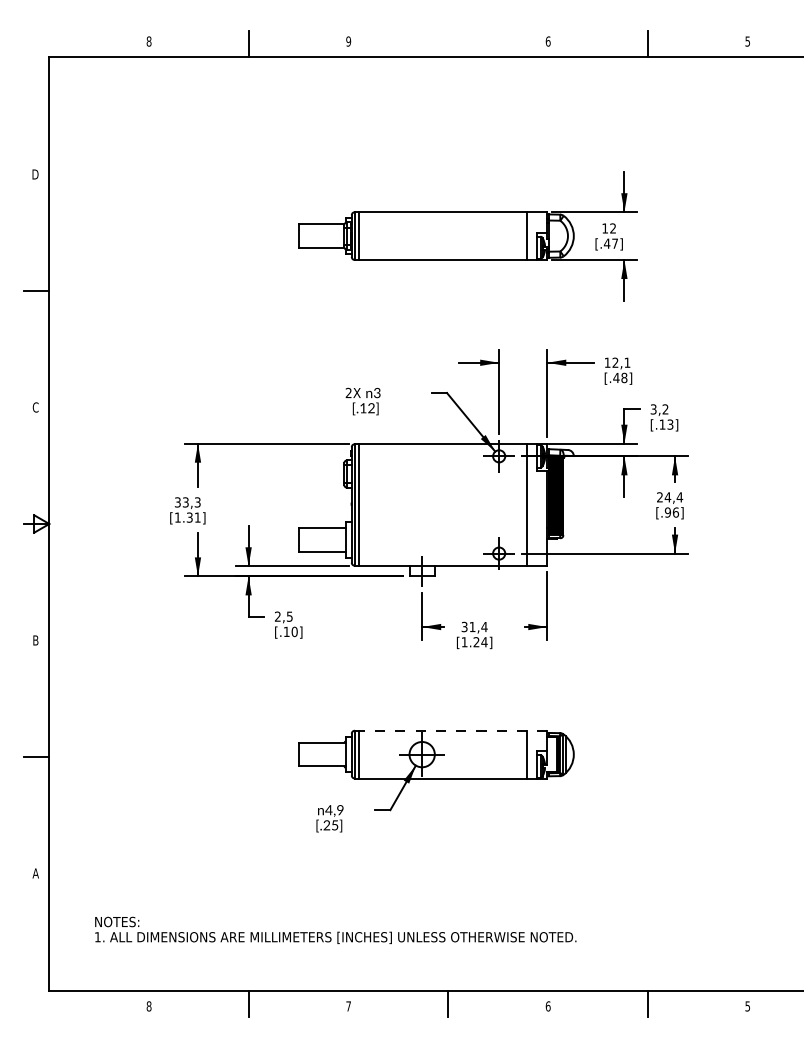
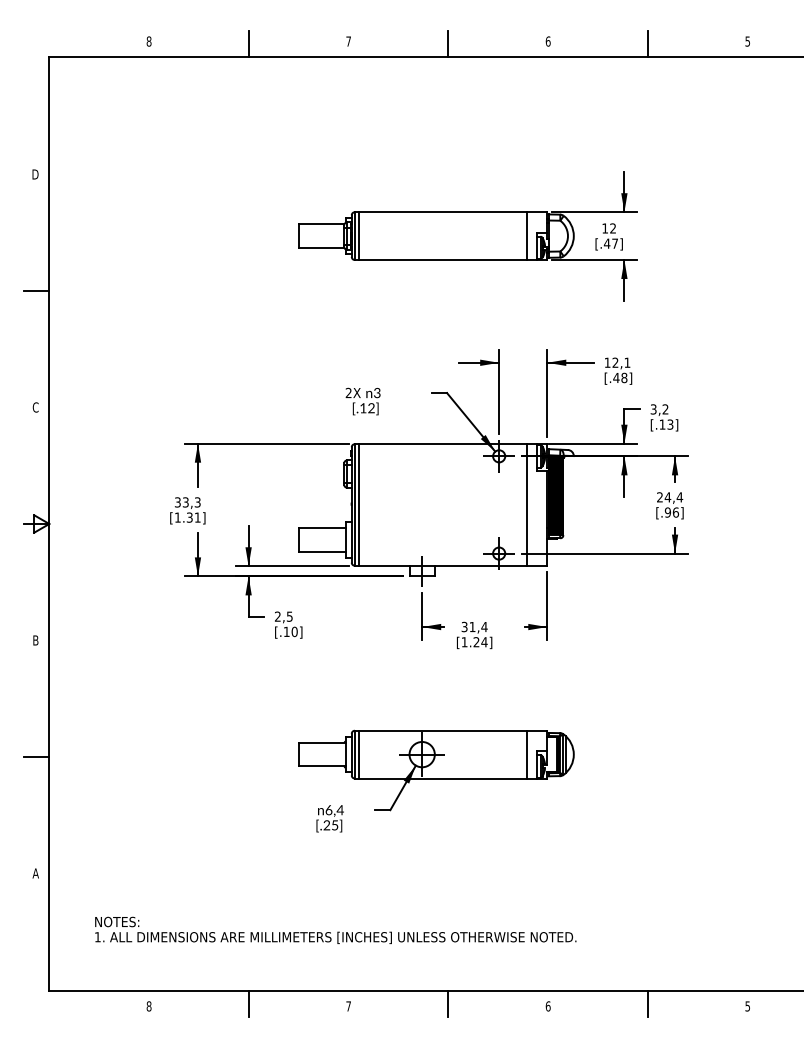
text at (348, 41): 9 -> 7
line at (448, 43): none -> present
line at (451, 730): dashed -> solid
text at (334, 810): 4,9 -> 6,4
